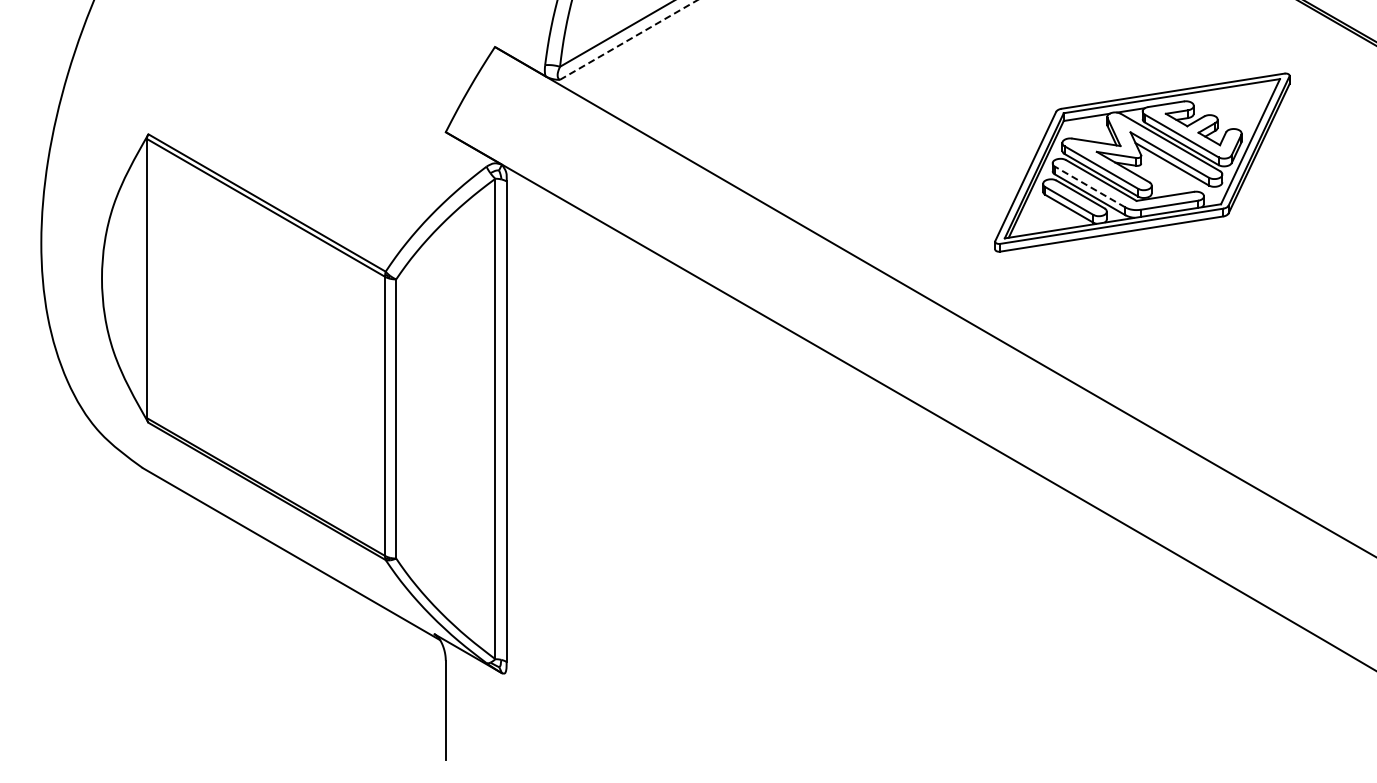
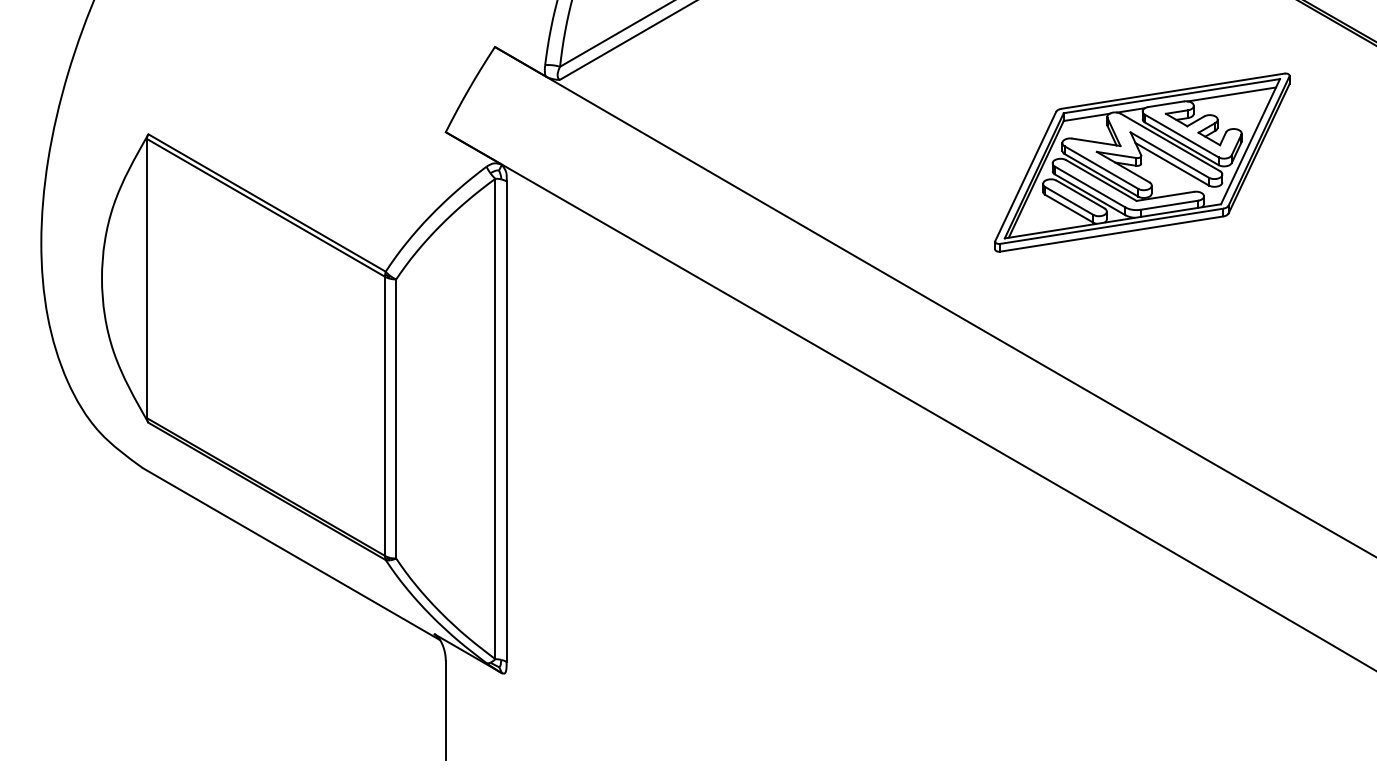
line at (629, 39): dashed -> solid
line at (1231, 94): none -> present
line at (1090, 187): dashed -> solid
